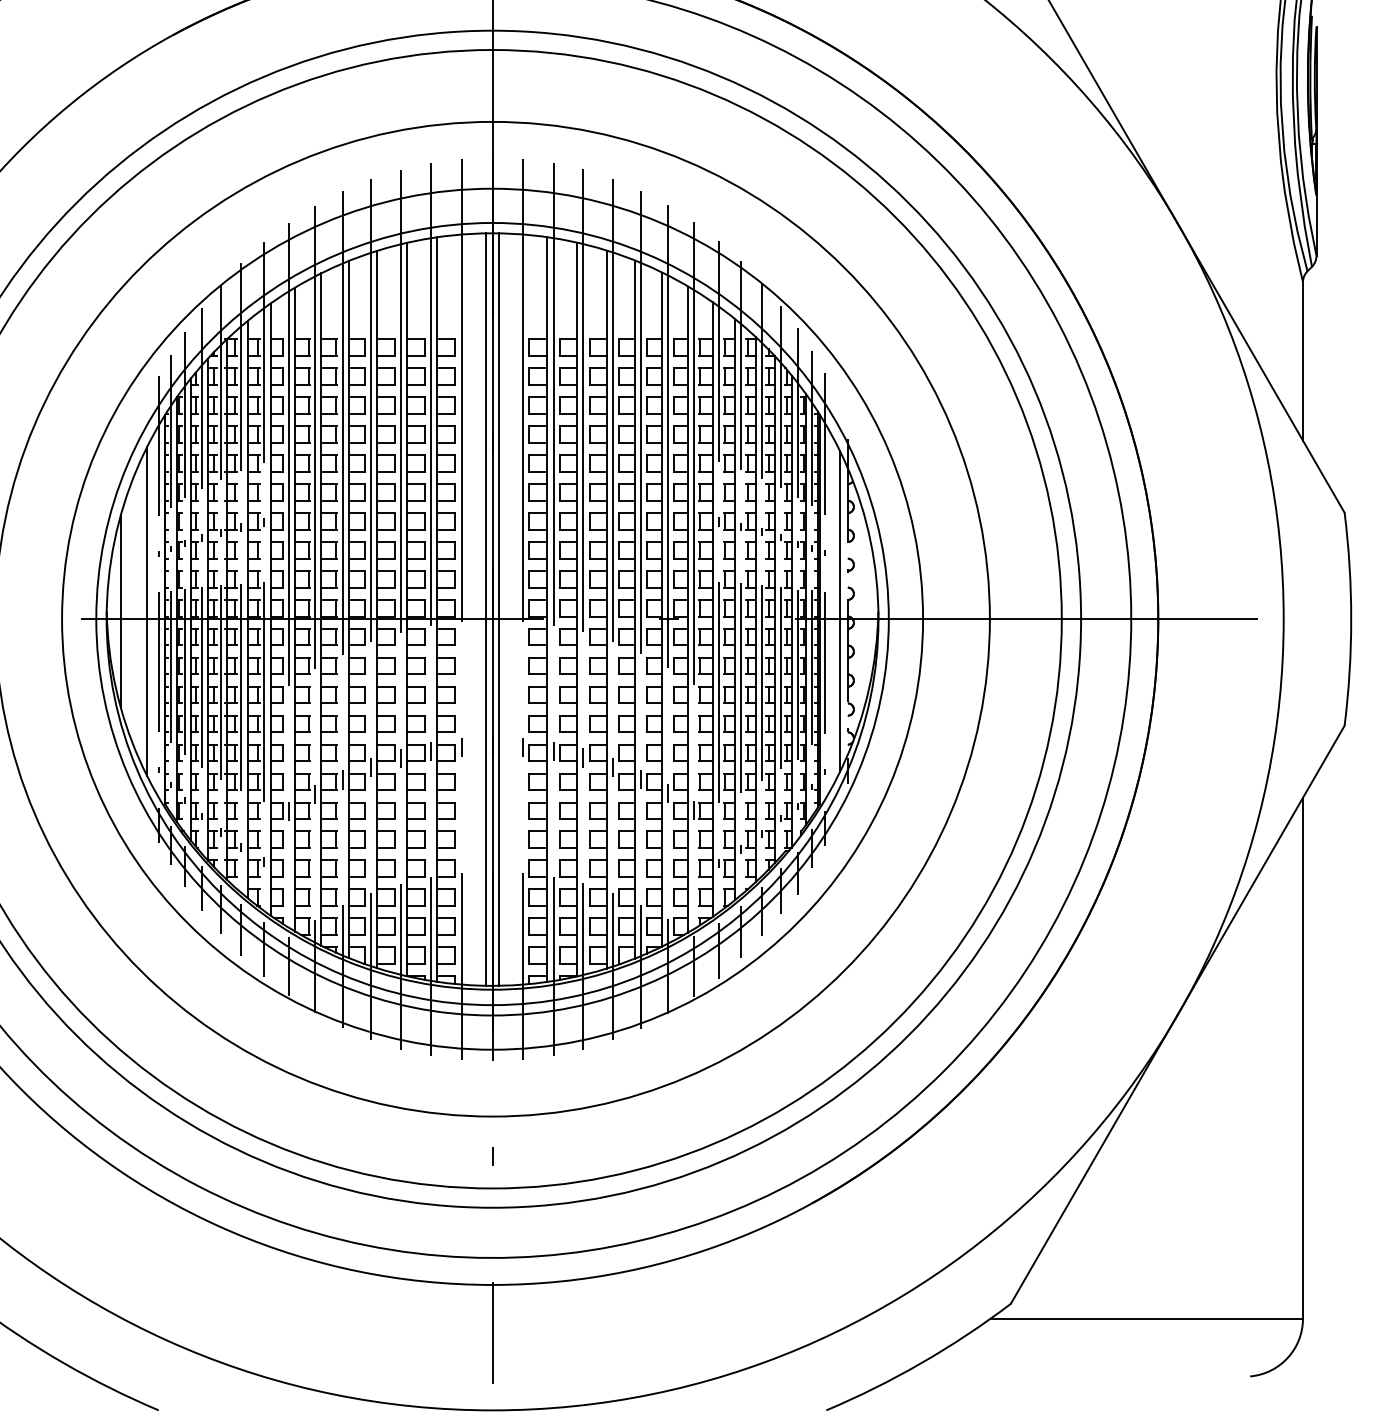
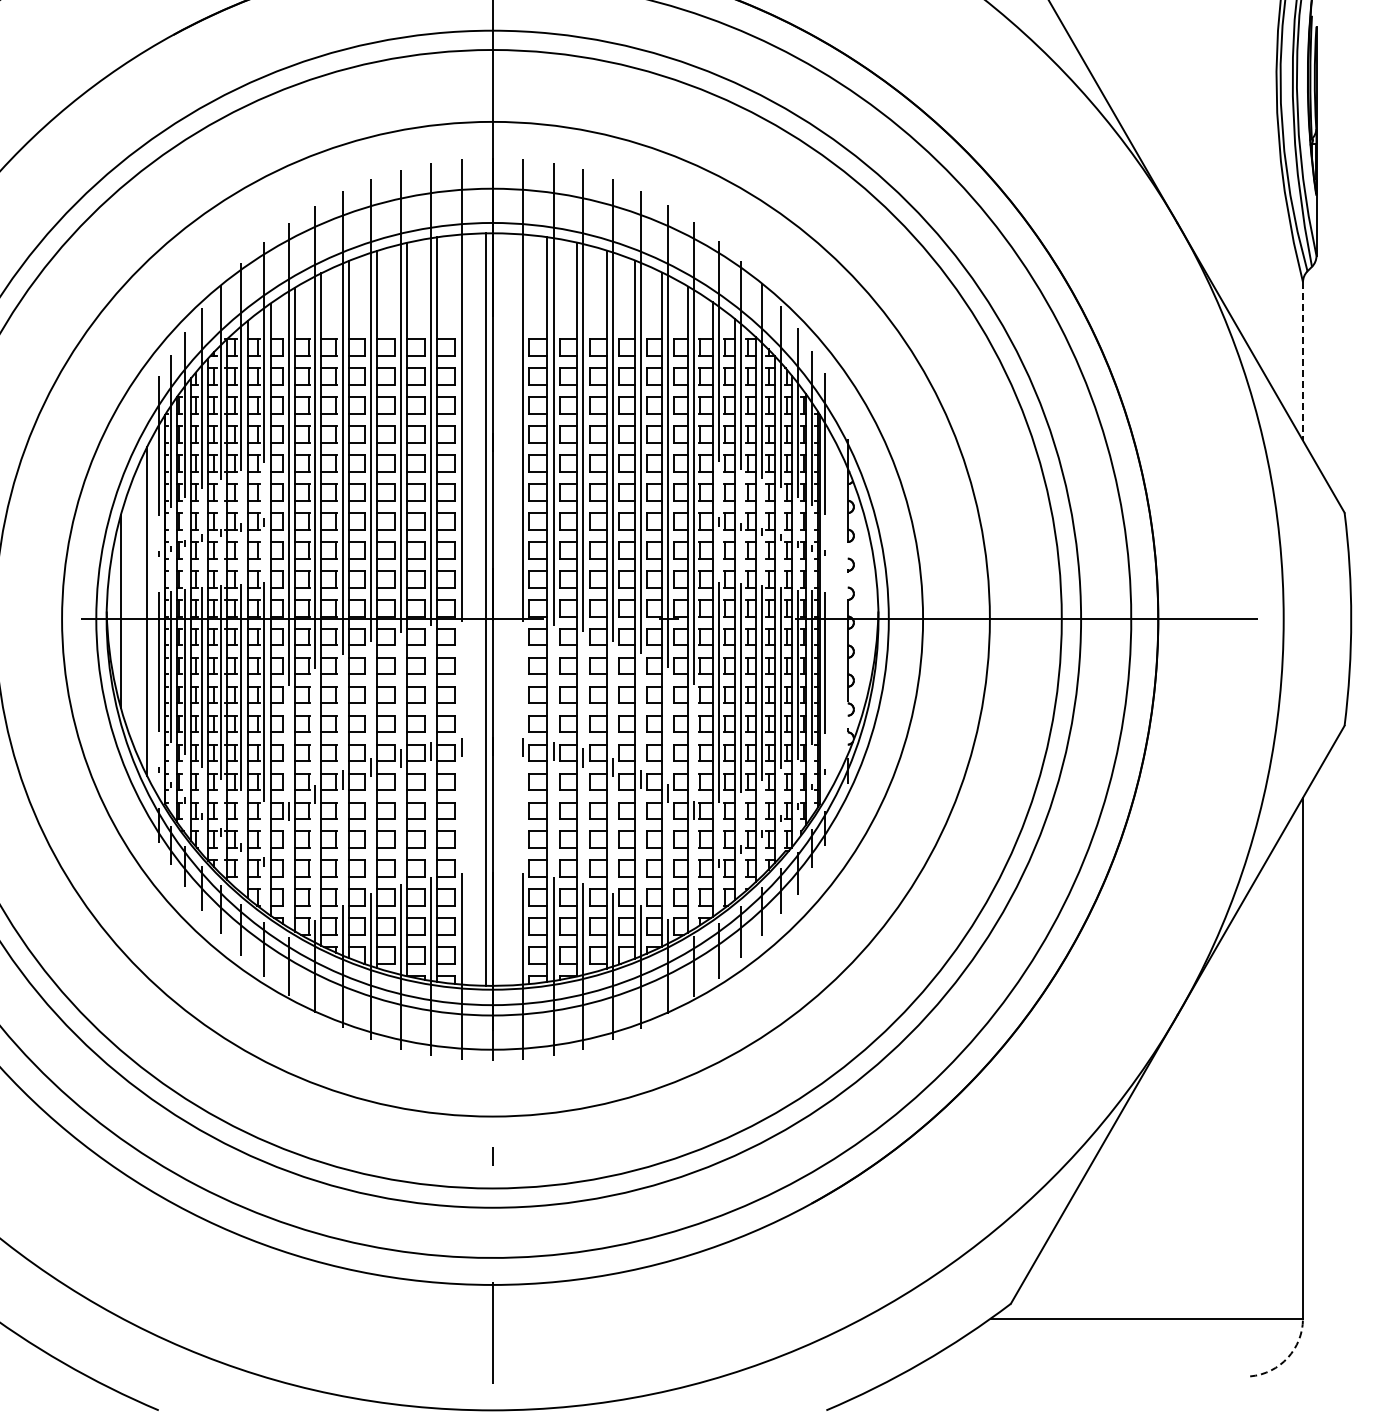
line at (1303, 361): solid -> dashed
line at (498, 609): present -> none
line at (839, 611): present -> none
arc at (1287, 1357): solid -> dashed
